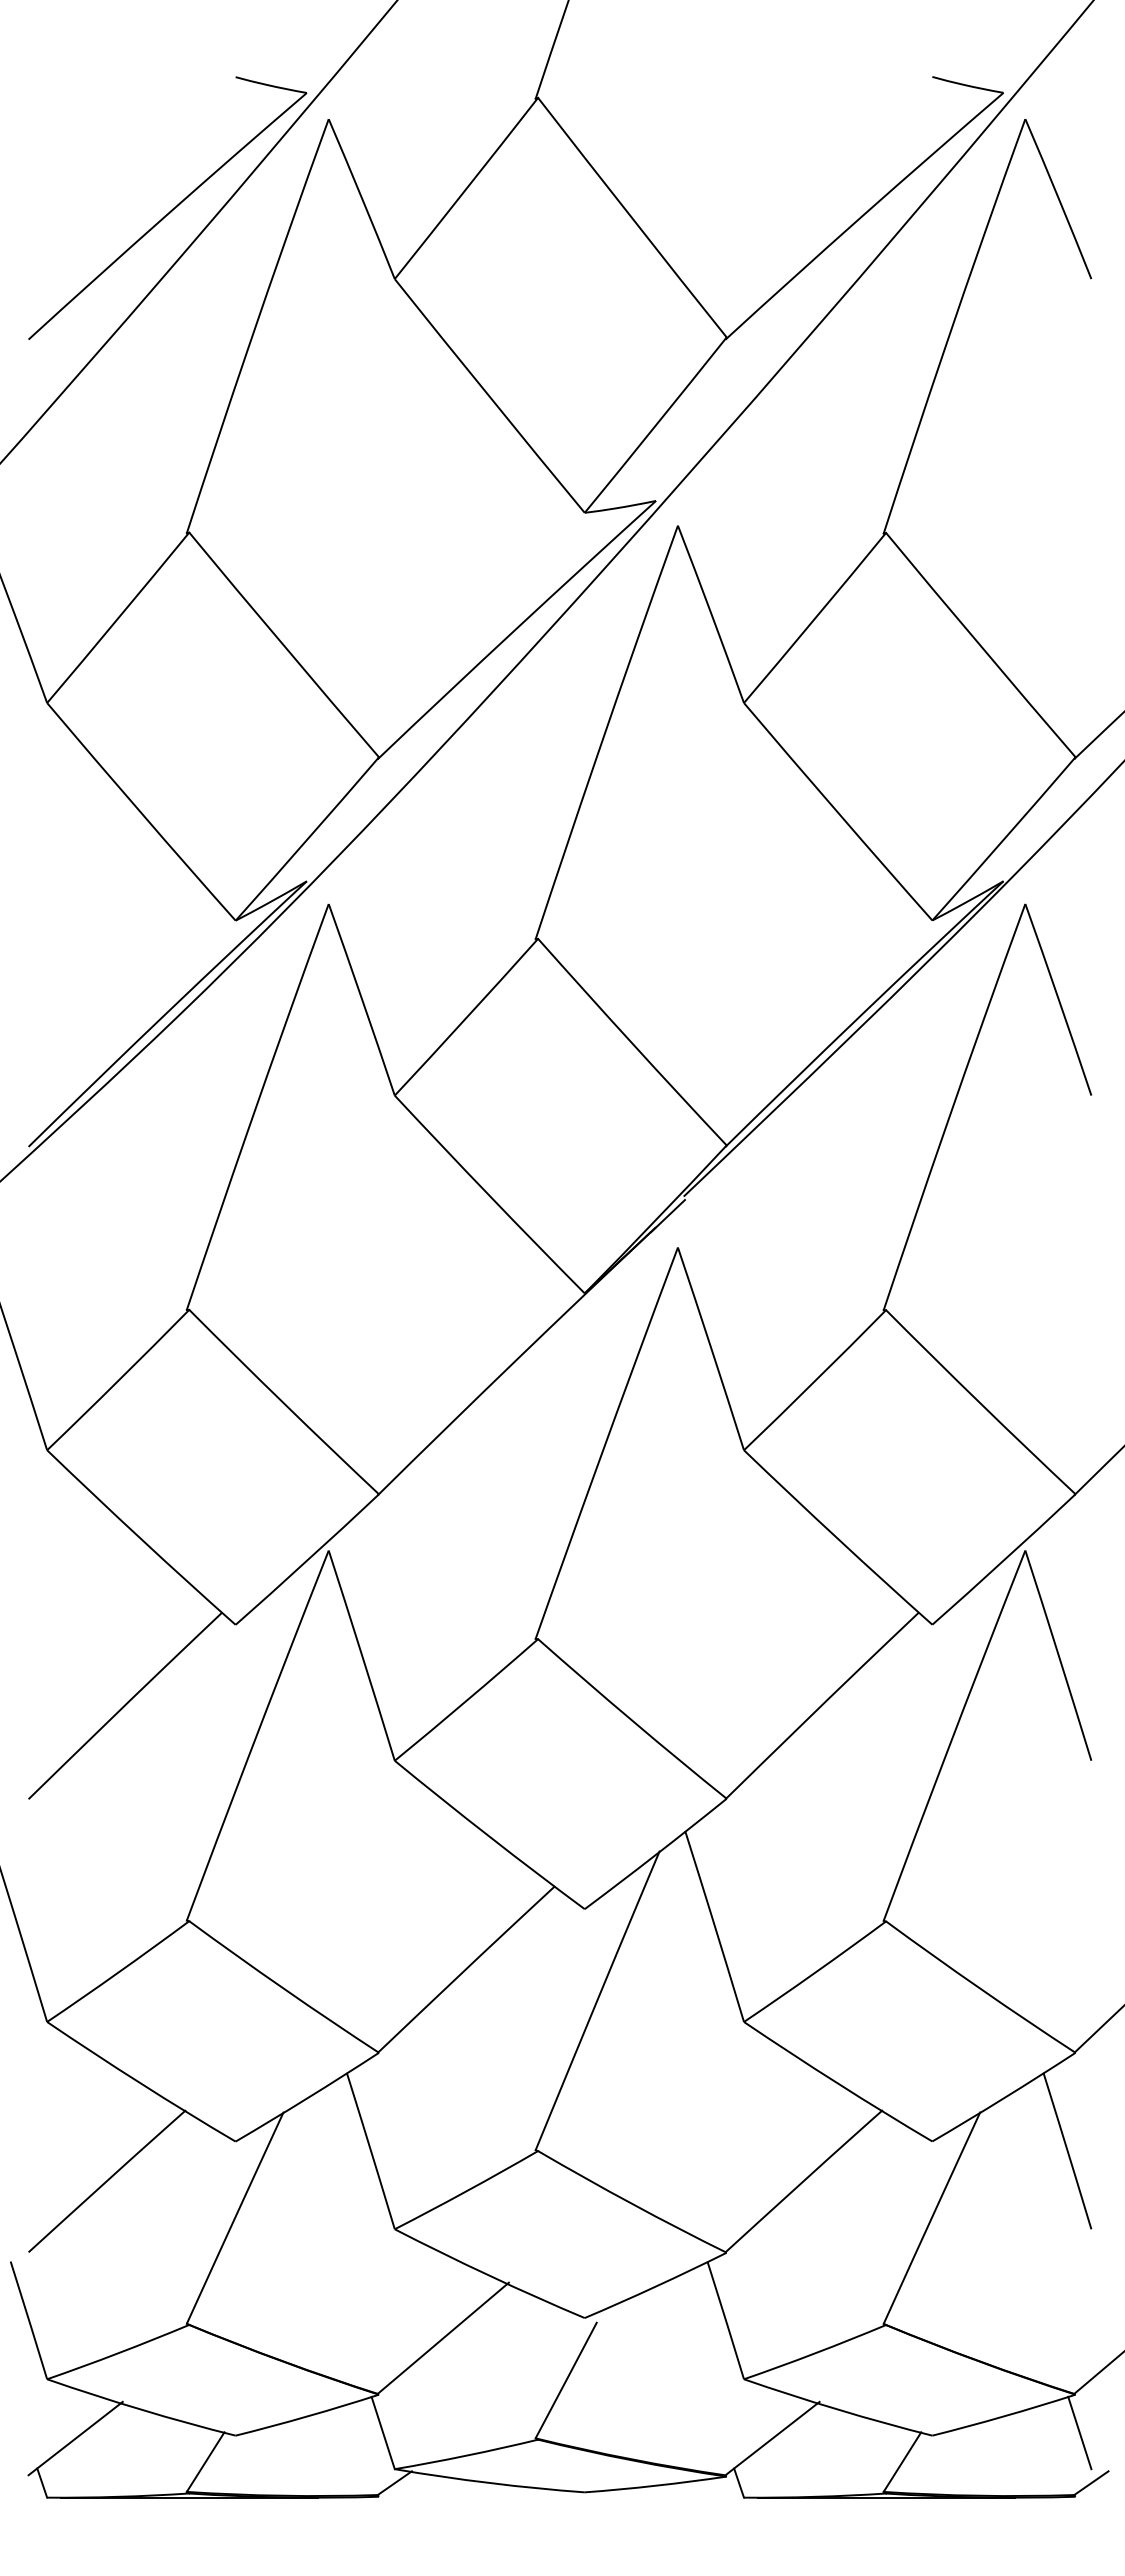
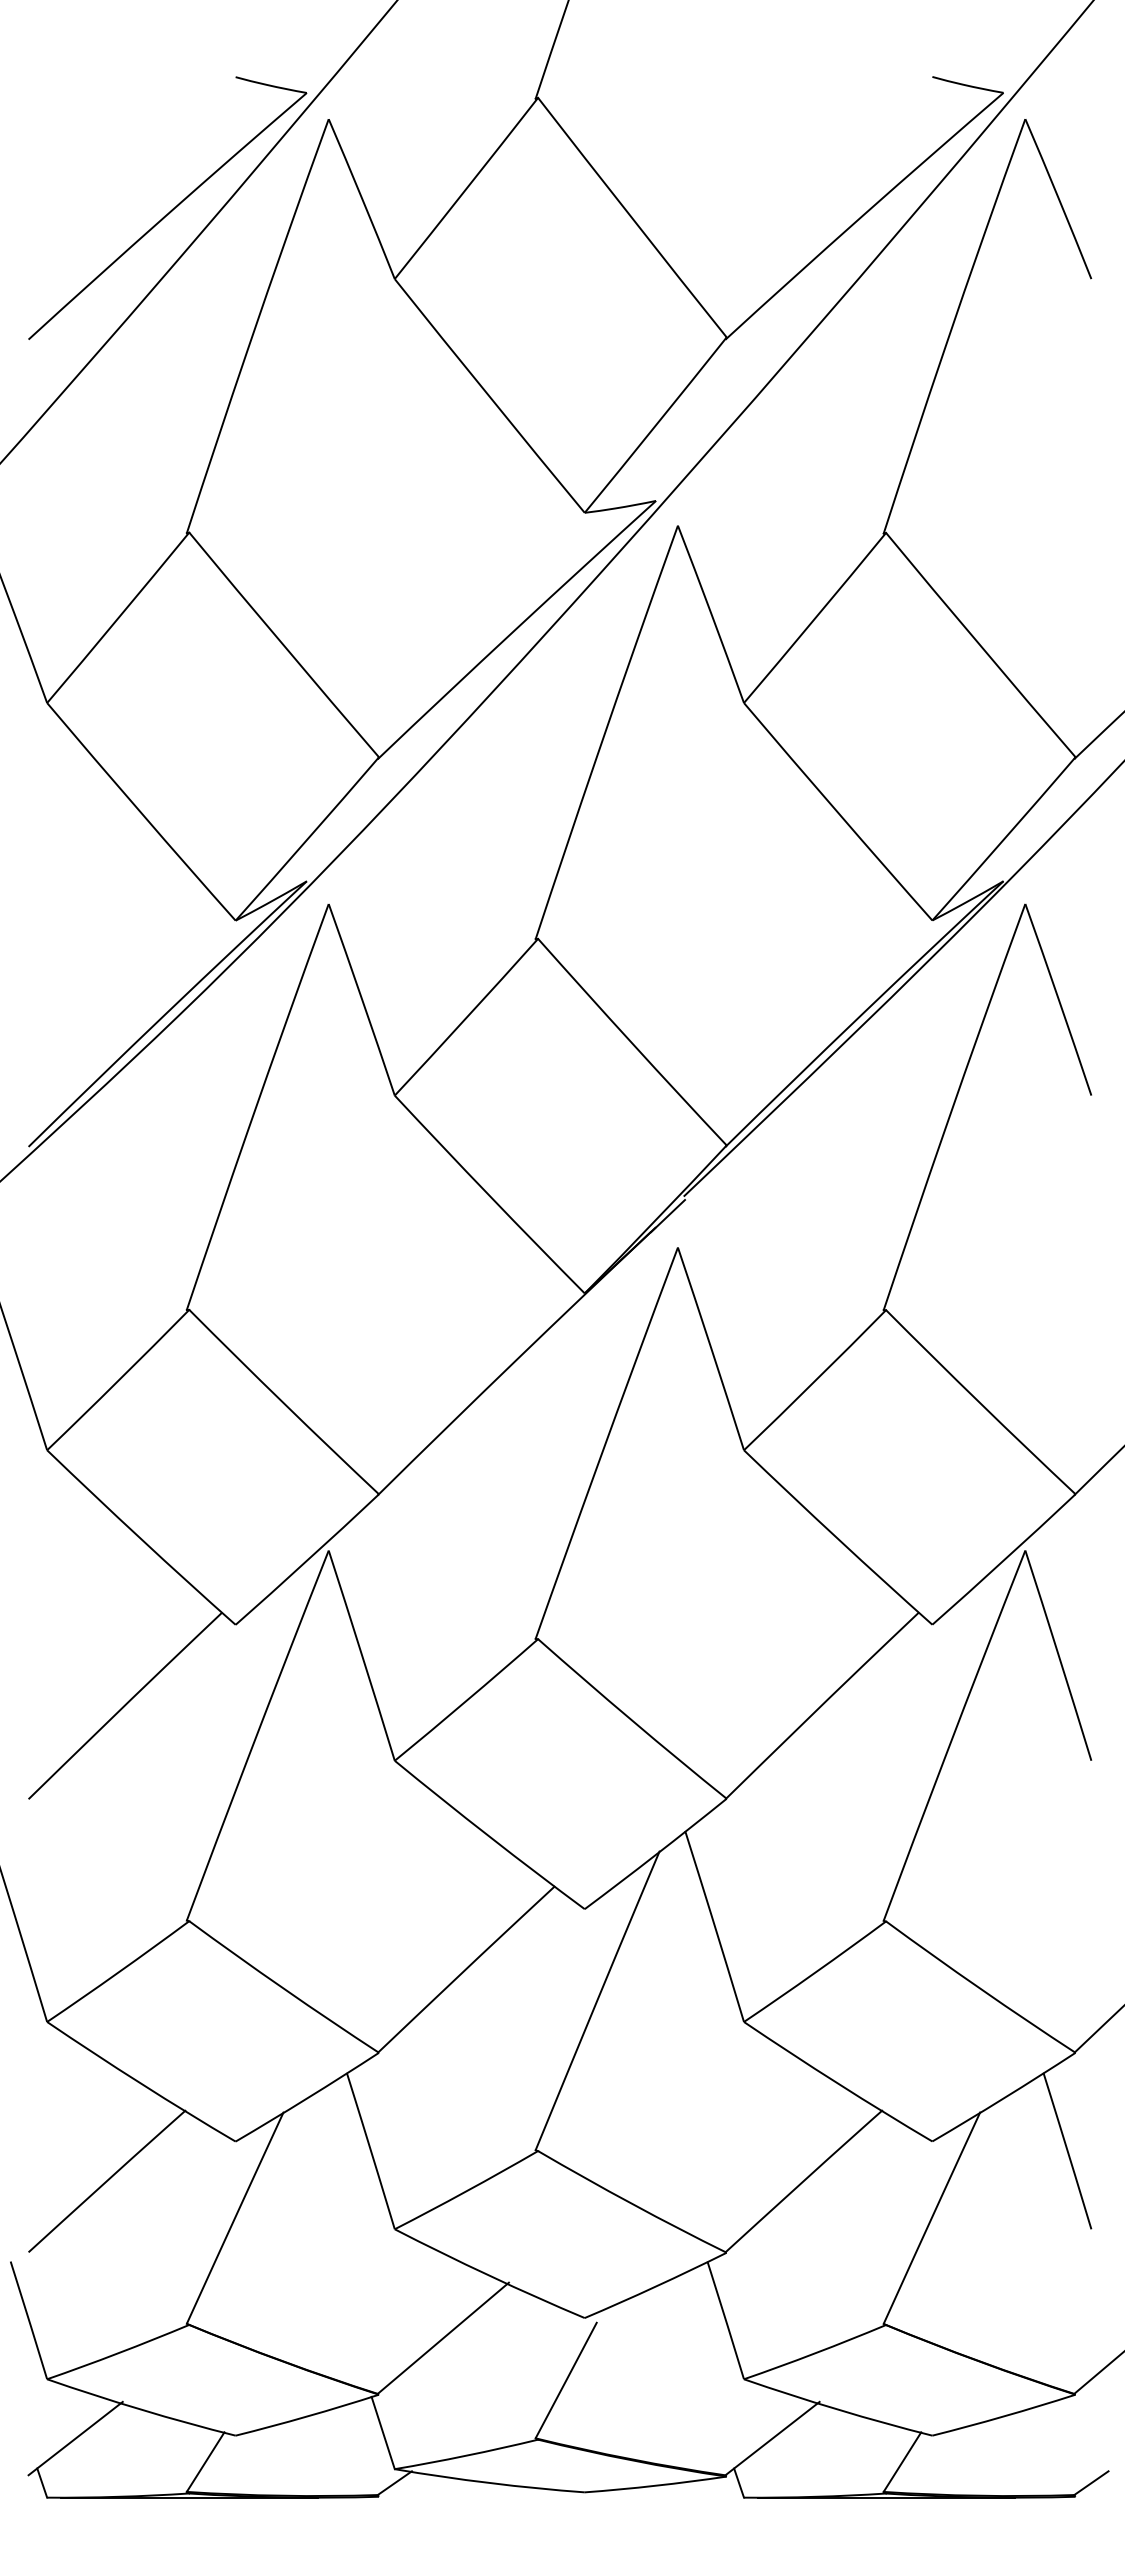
line at (1079, 2432): present -> none
